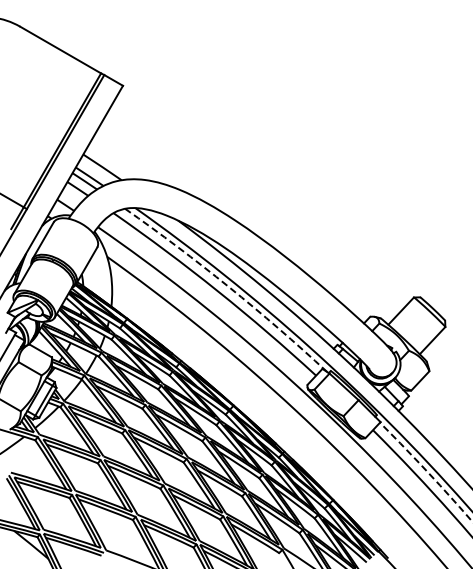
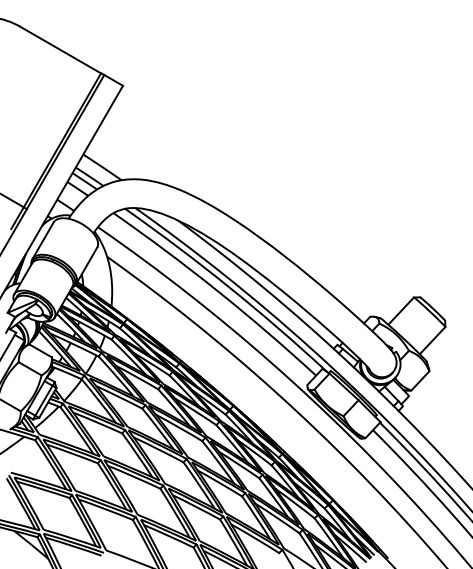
arc at (228, 287): dashed -> solid
arc at (427, 471): dashed -> solid
